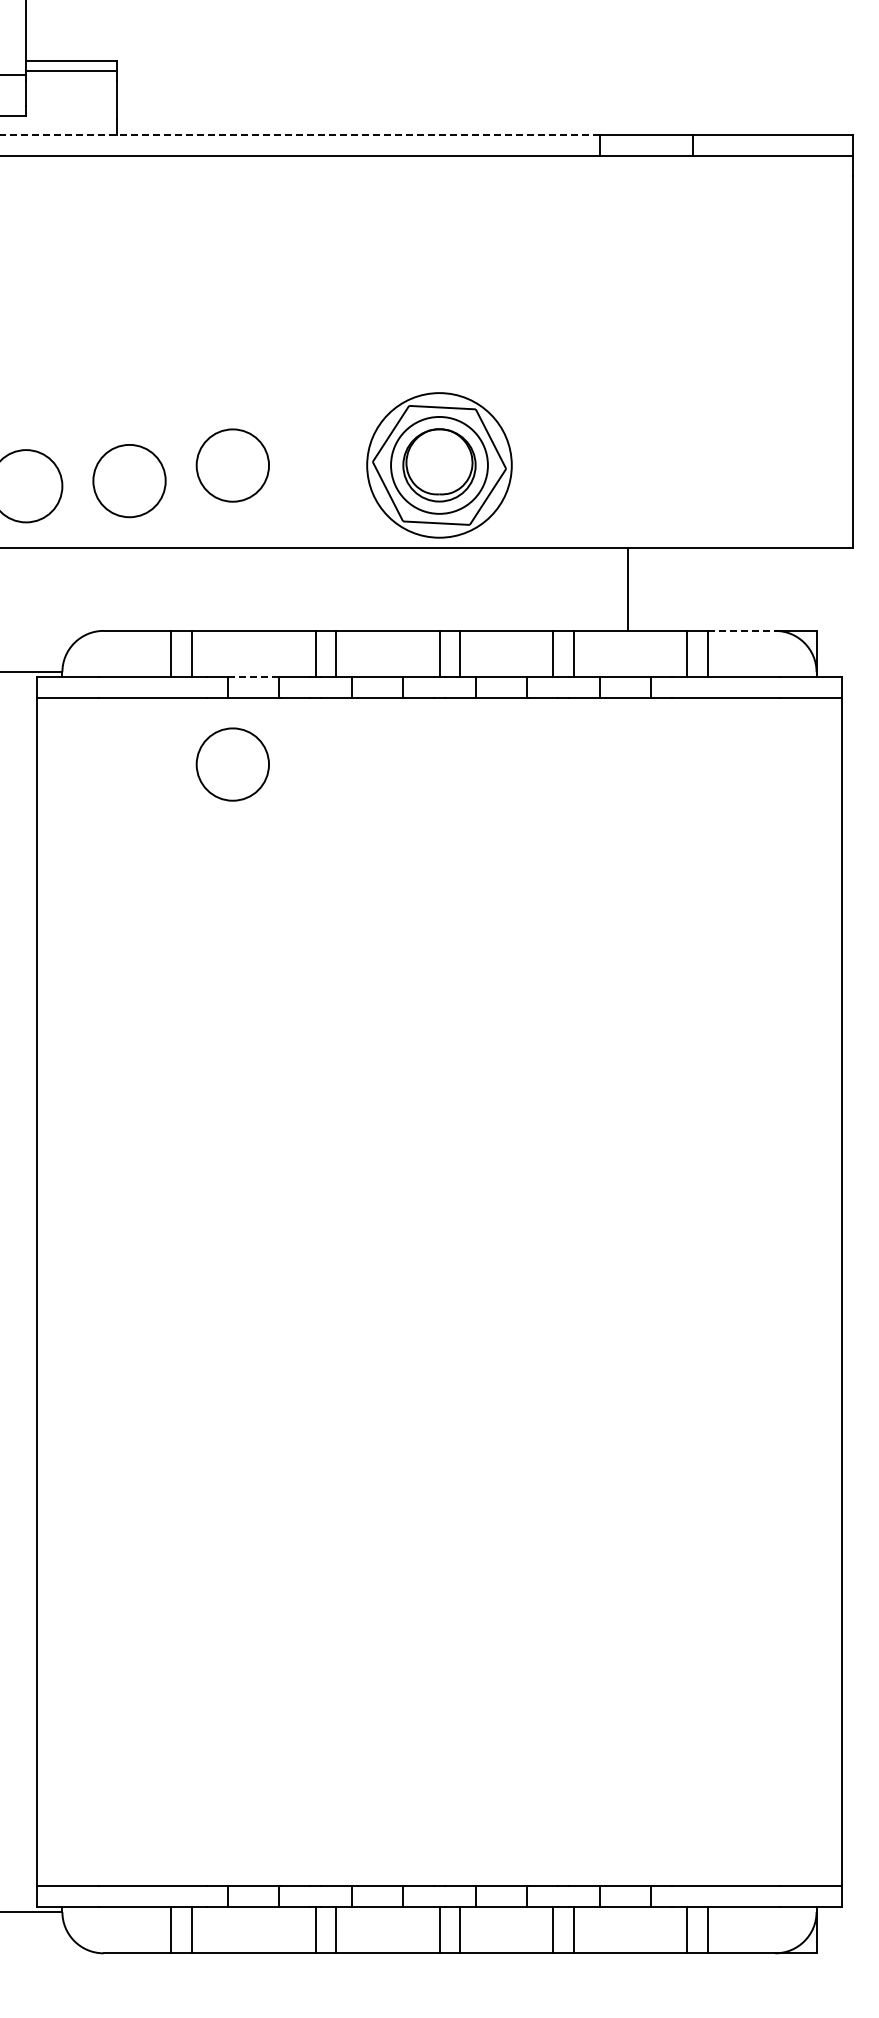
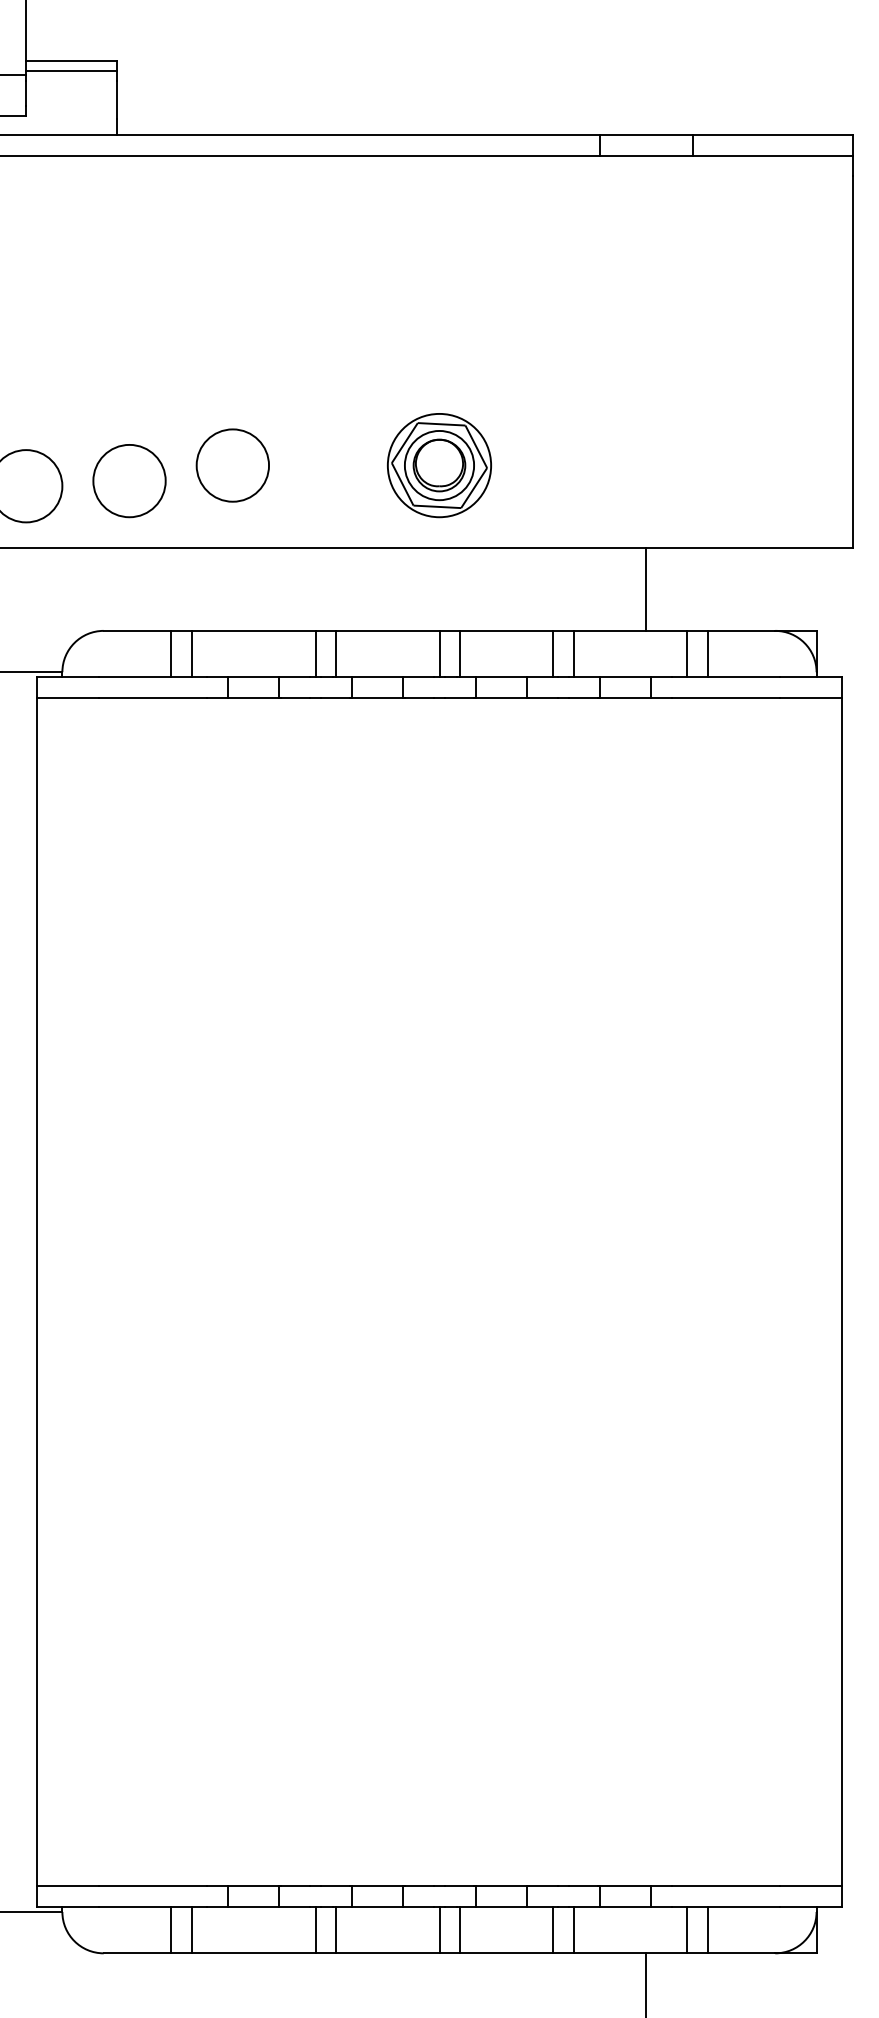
line at (299, 134): dashed -> solid
part at (439, 465) size: 147x147 px -> 105x106 px
line at (628, 589) position: (628, 589) -> (646, 589)
line at (741, 630): dashed -> solid
line at (253, 677): dashed -> solid
circle at (232, 764): present -> none
line at (646, 1983): none -> present
